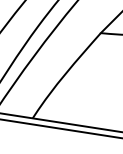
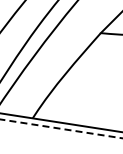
line at (61, 128): solid -> dashed
